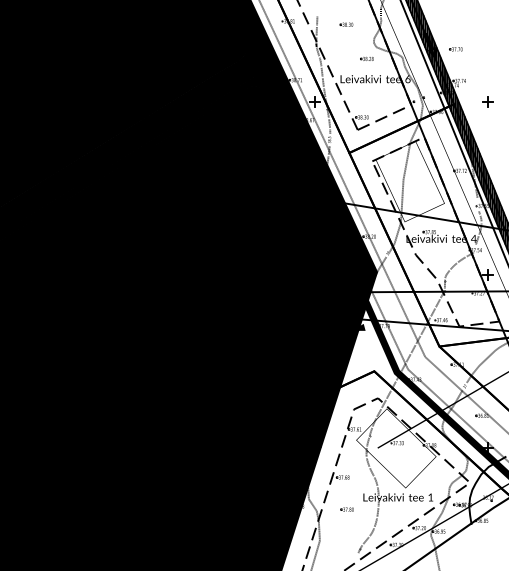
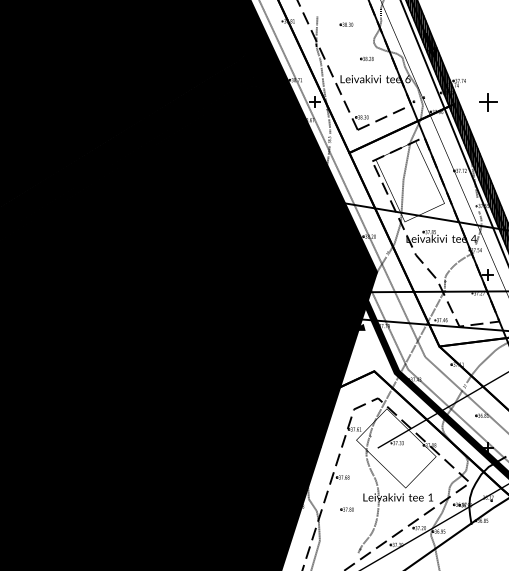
part at (455, 49): present -> none
part at (487, 101) size: 12x12 px -> 19x19 px
